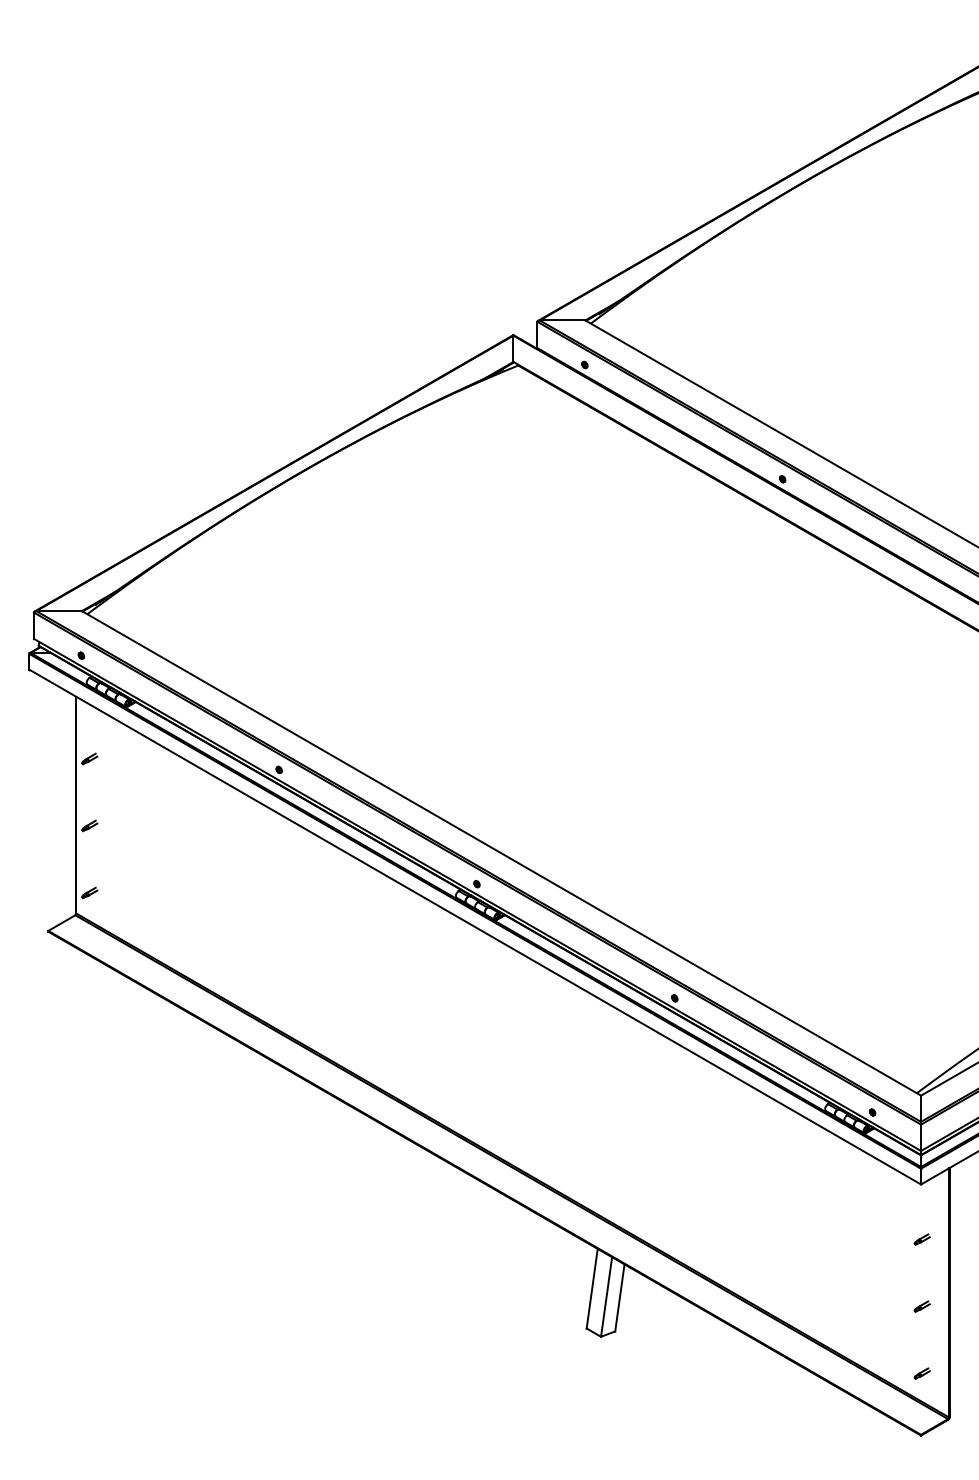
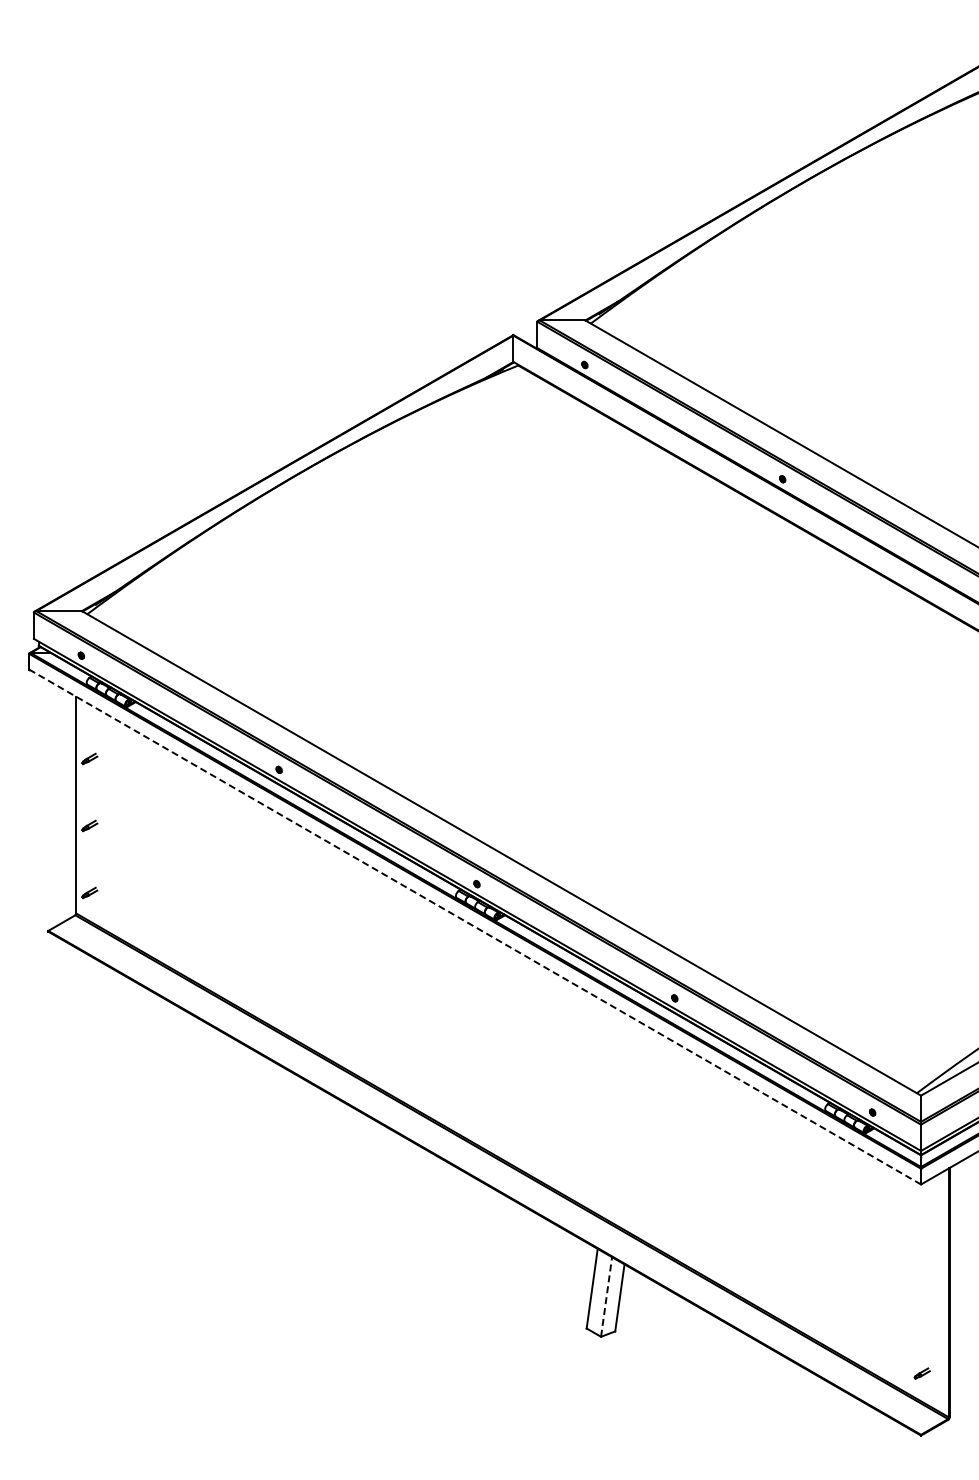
line at (475, 927): solid -> dashed
part at (921, 1239): present -> none
line at (606, 1296): solid -> dashed
part at (921, 1306): present -> none
